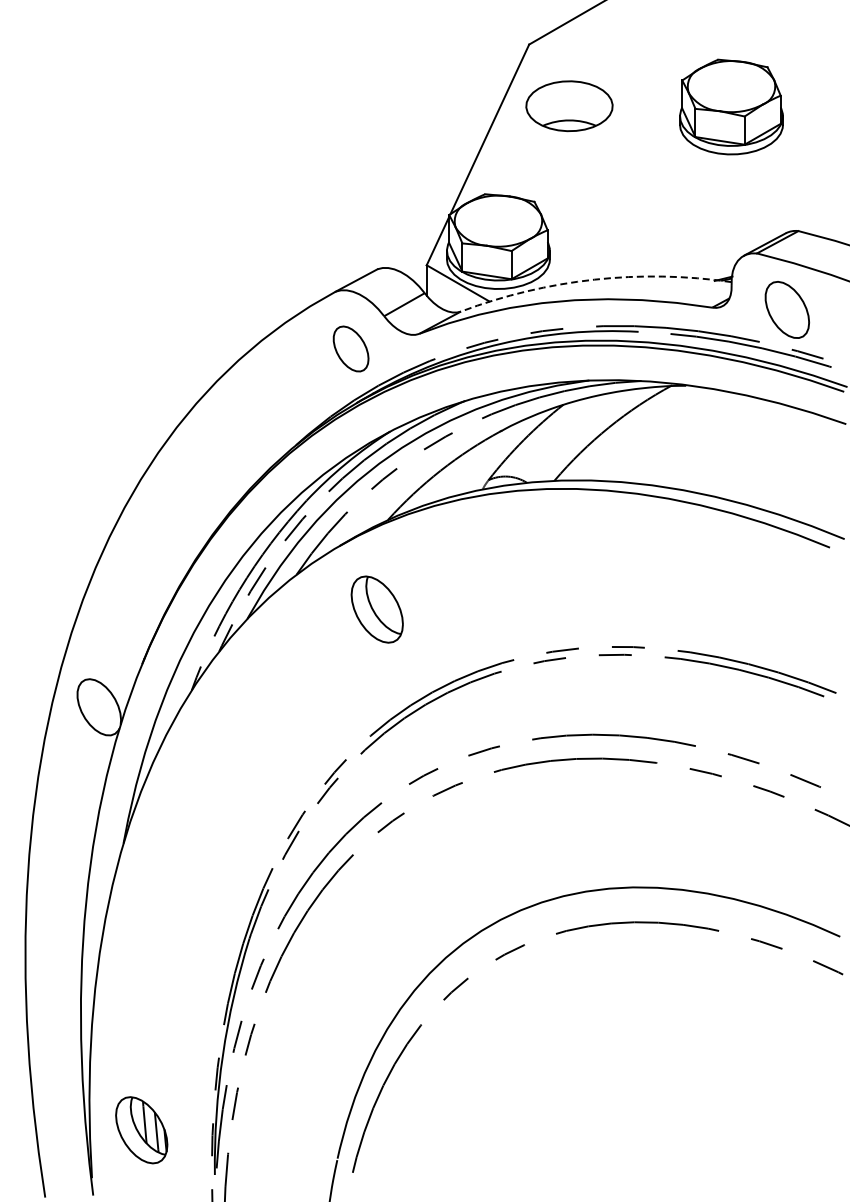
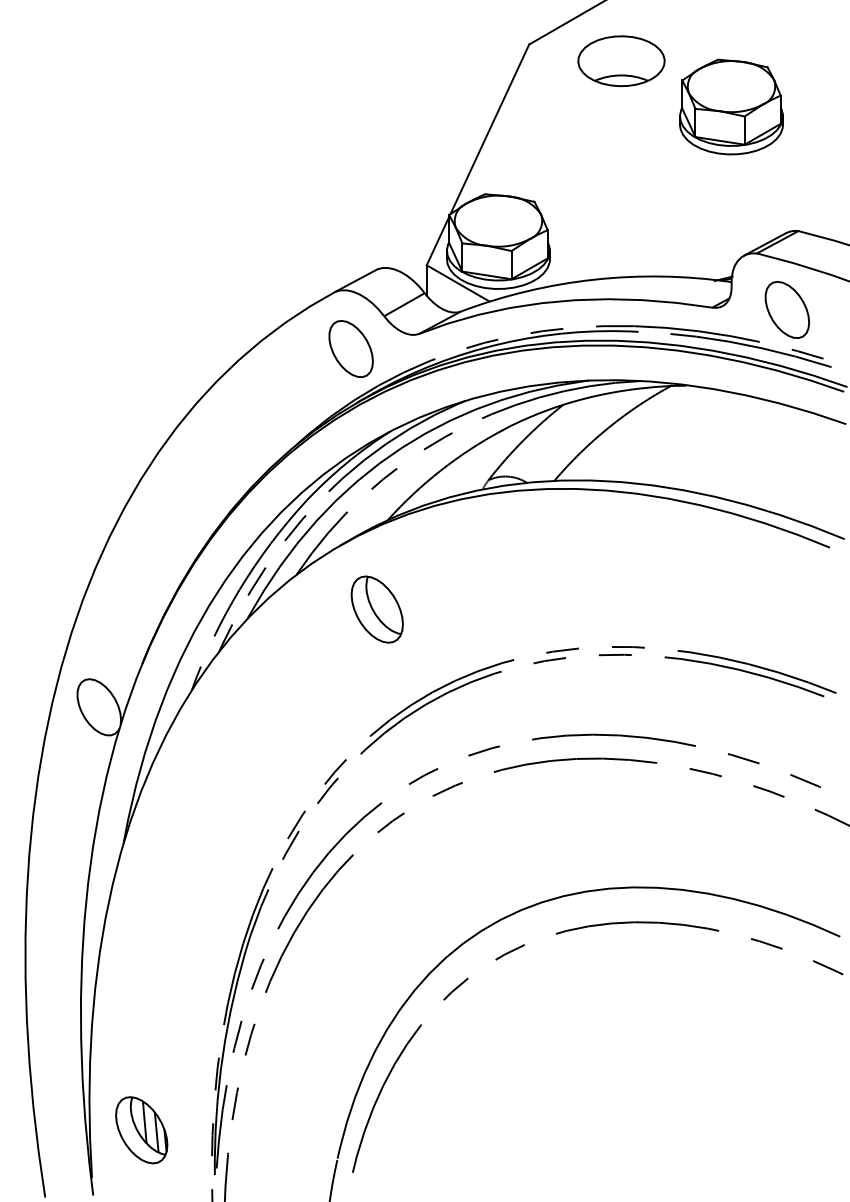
part at (569, 106) position: (569, 106) -> (621, 61)
arc at (594, 279): dashed -> solid
part at (350, 348) size: 38x48 px -> 46x58 px
